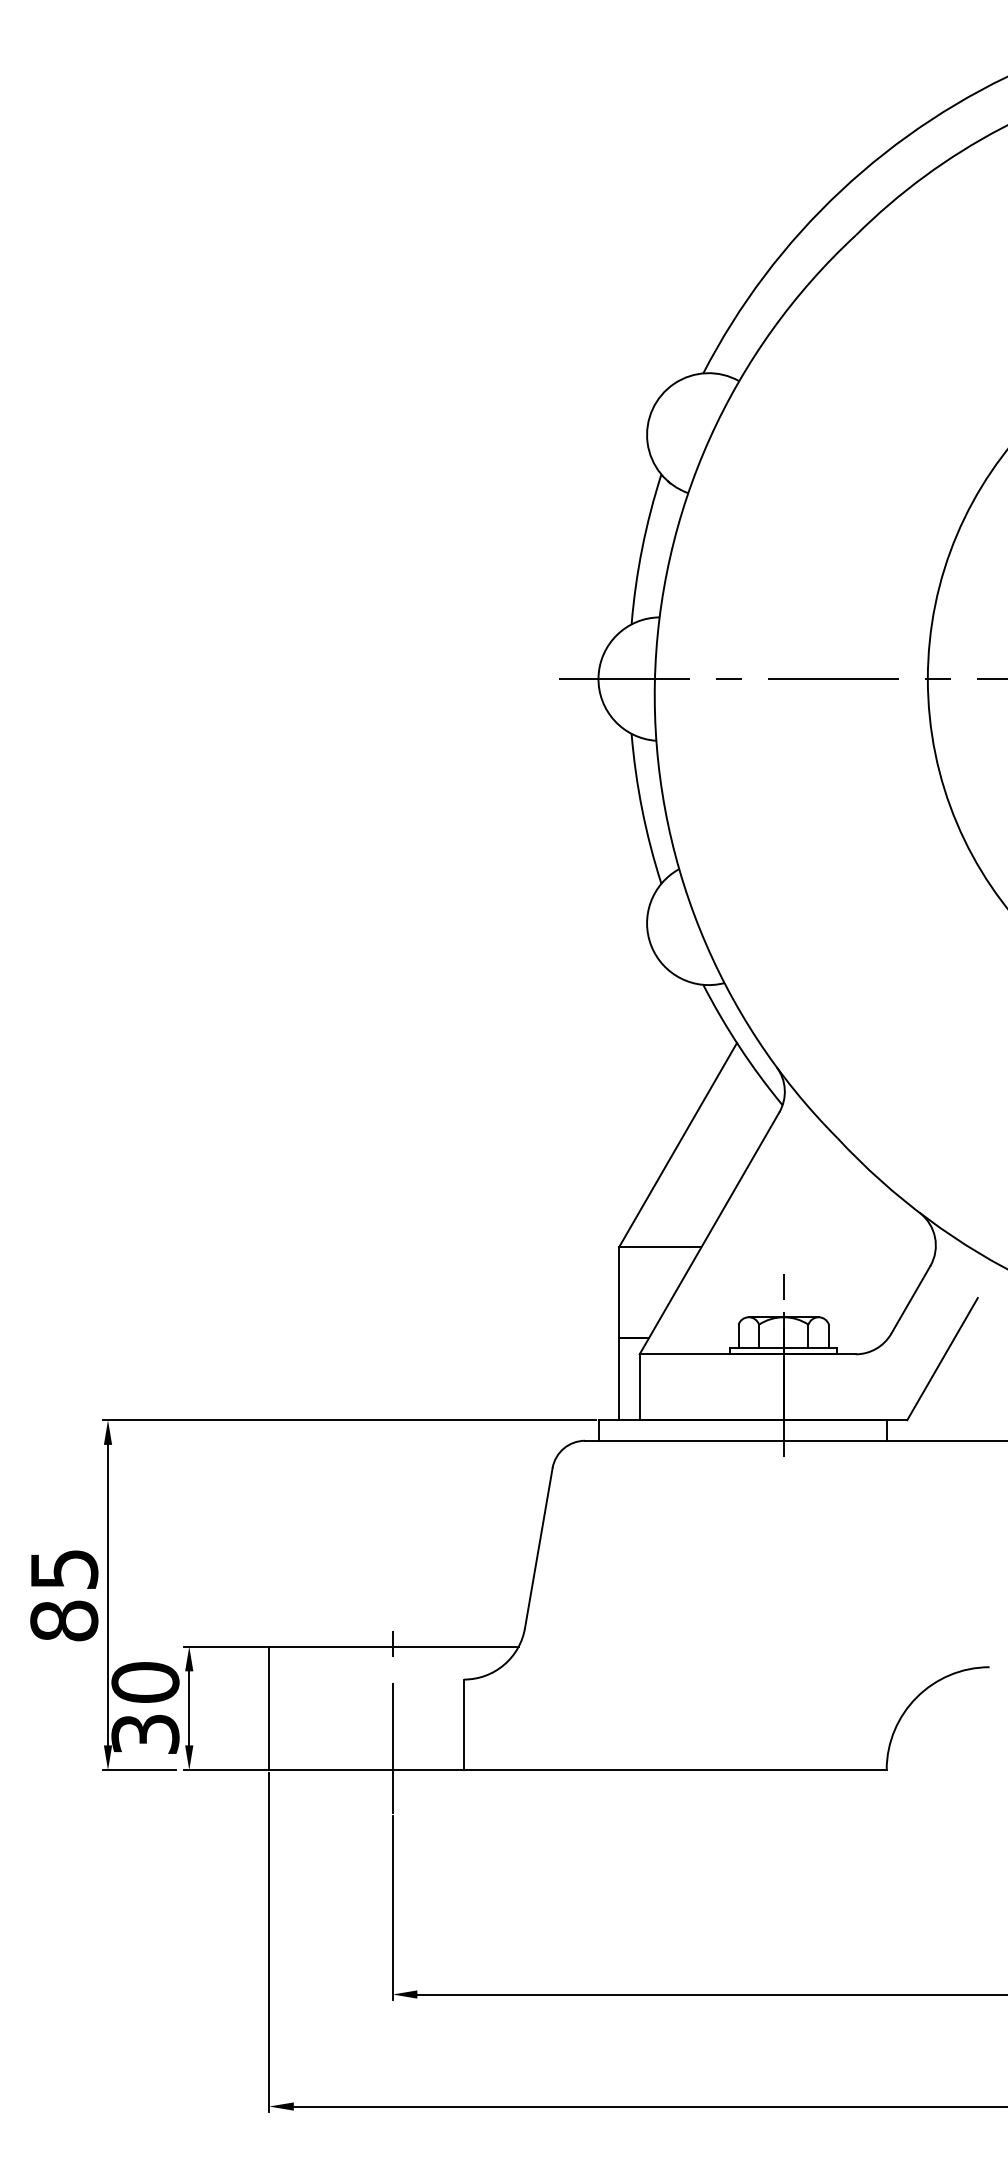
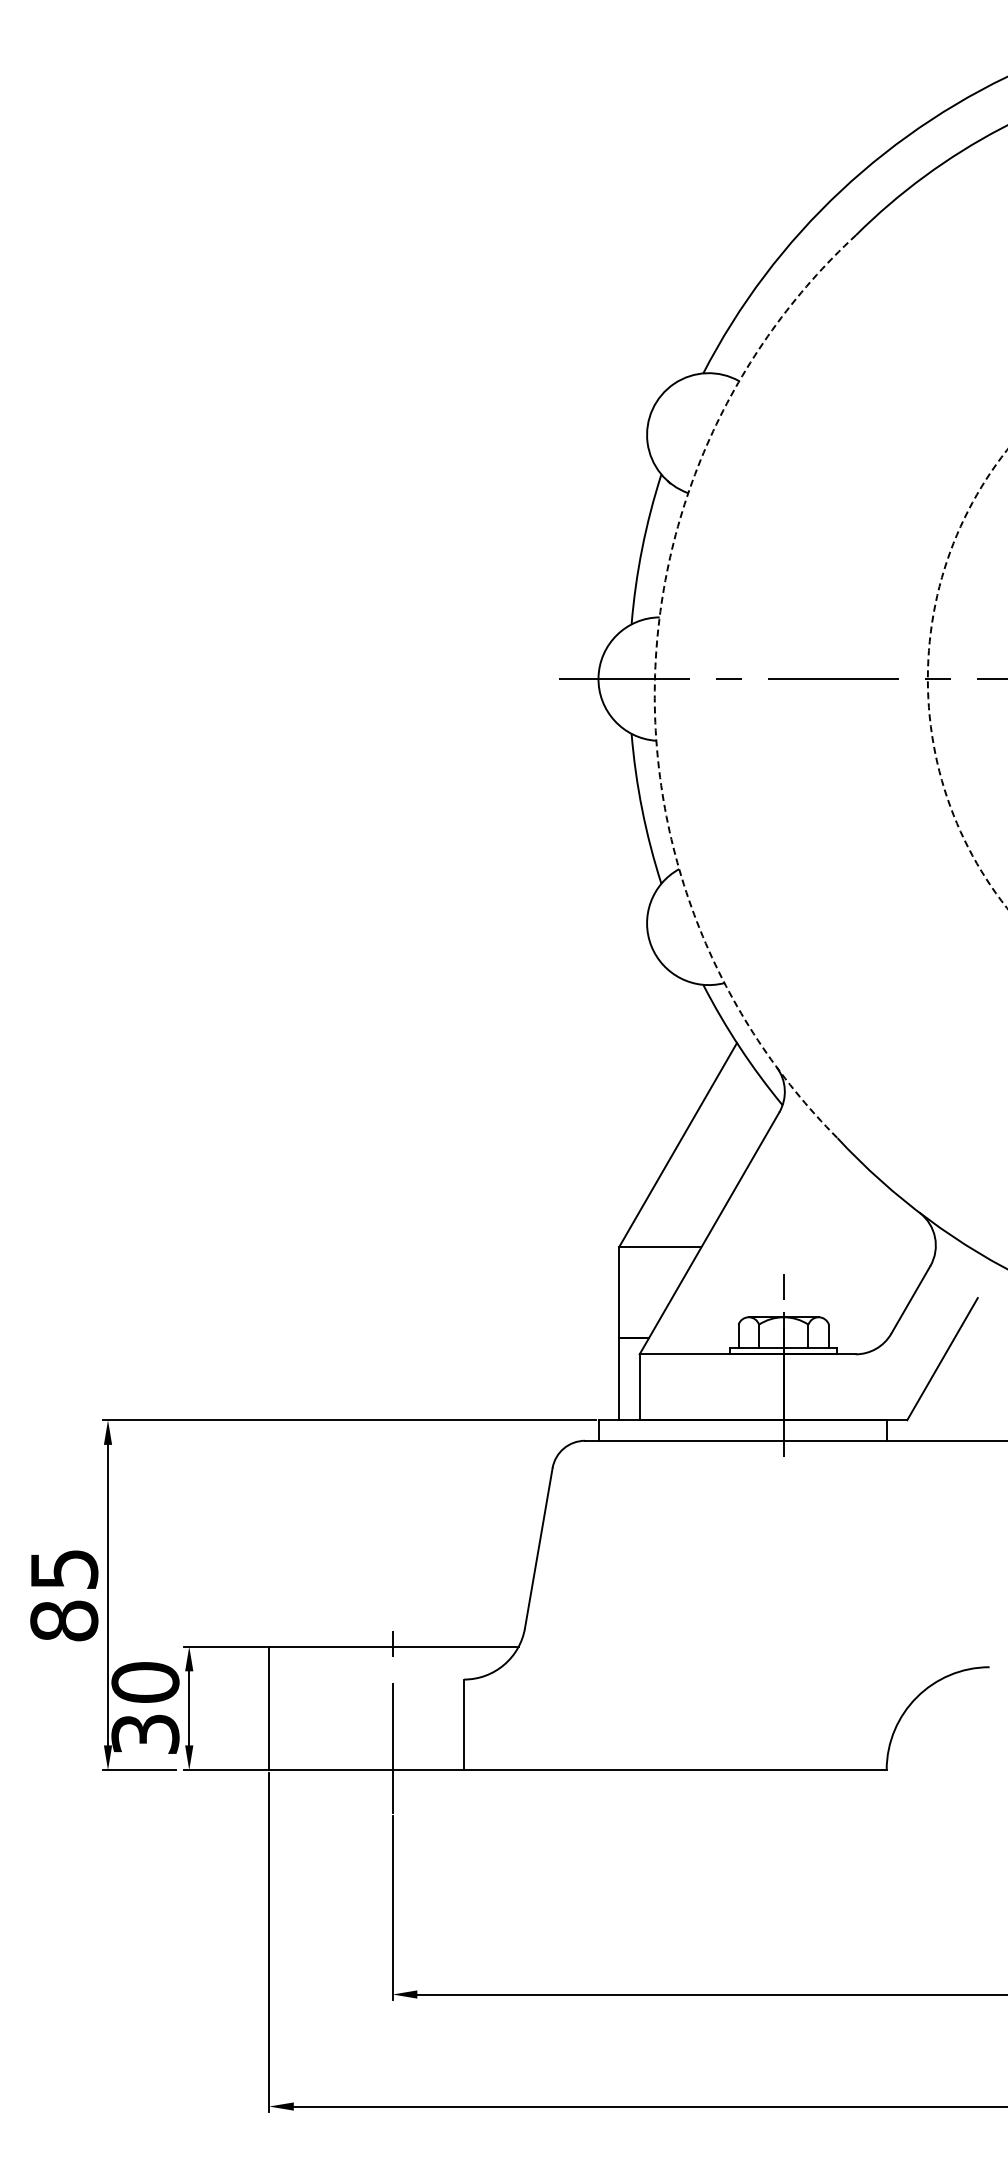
circle at (967, 678): solid -> dashed
arc at (654, 682): solid -> dashed
